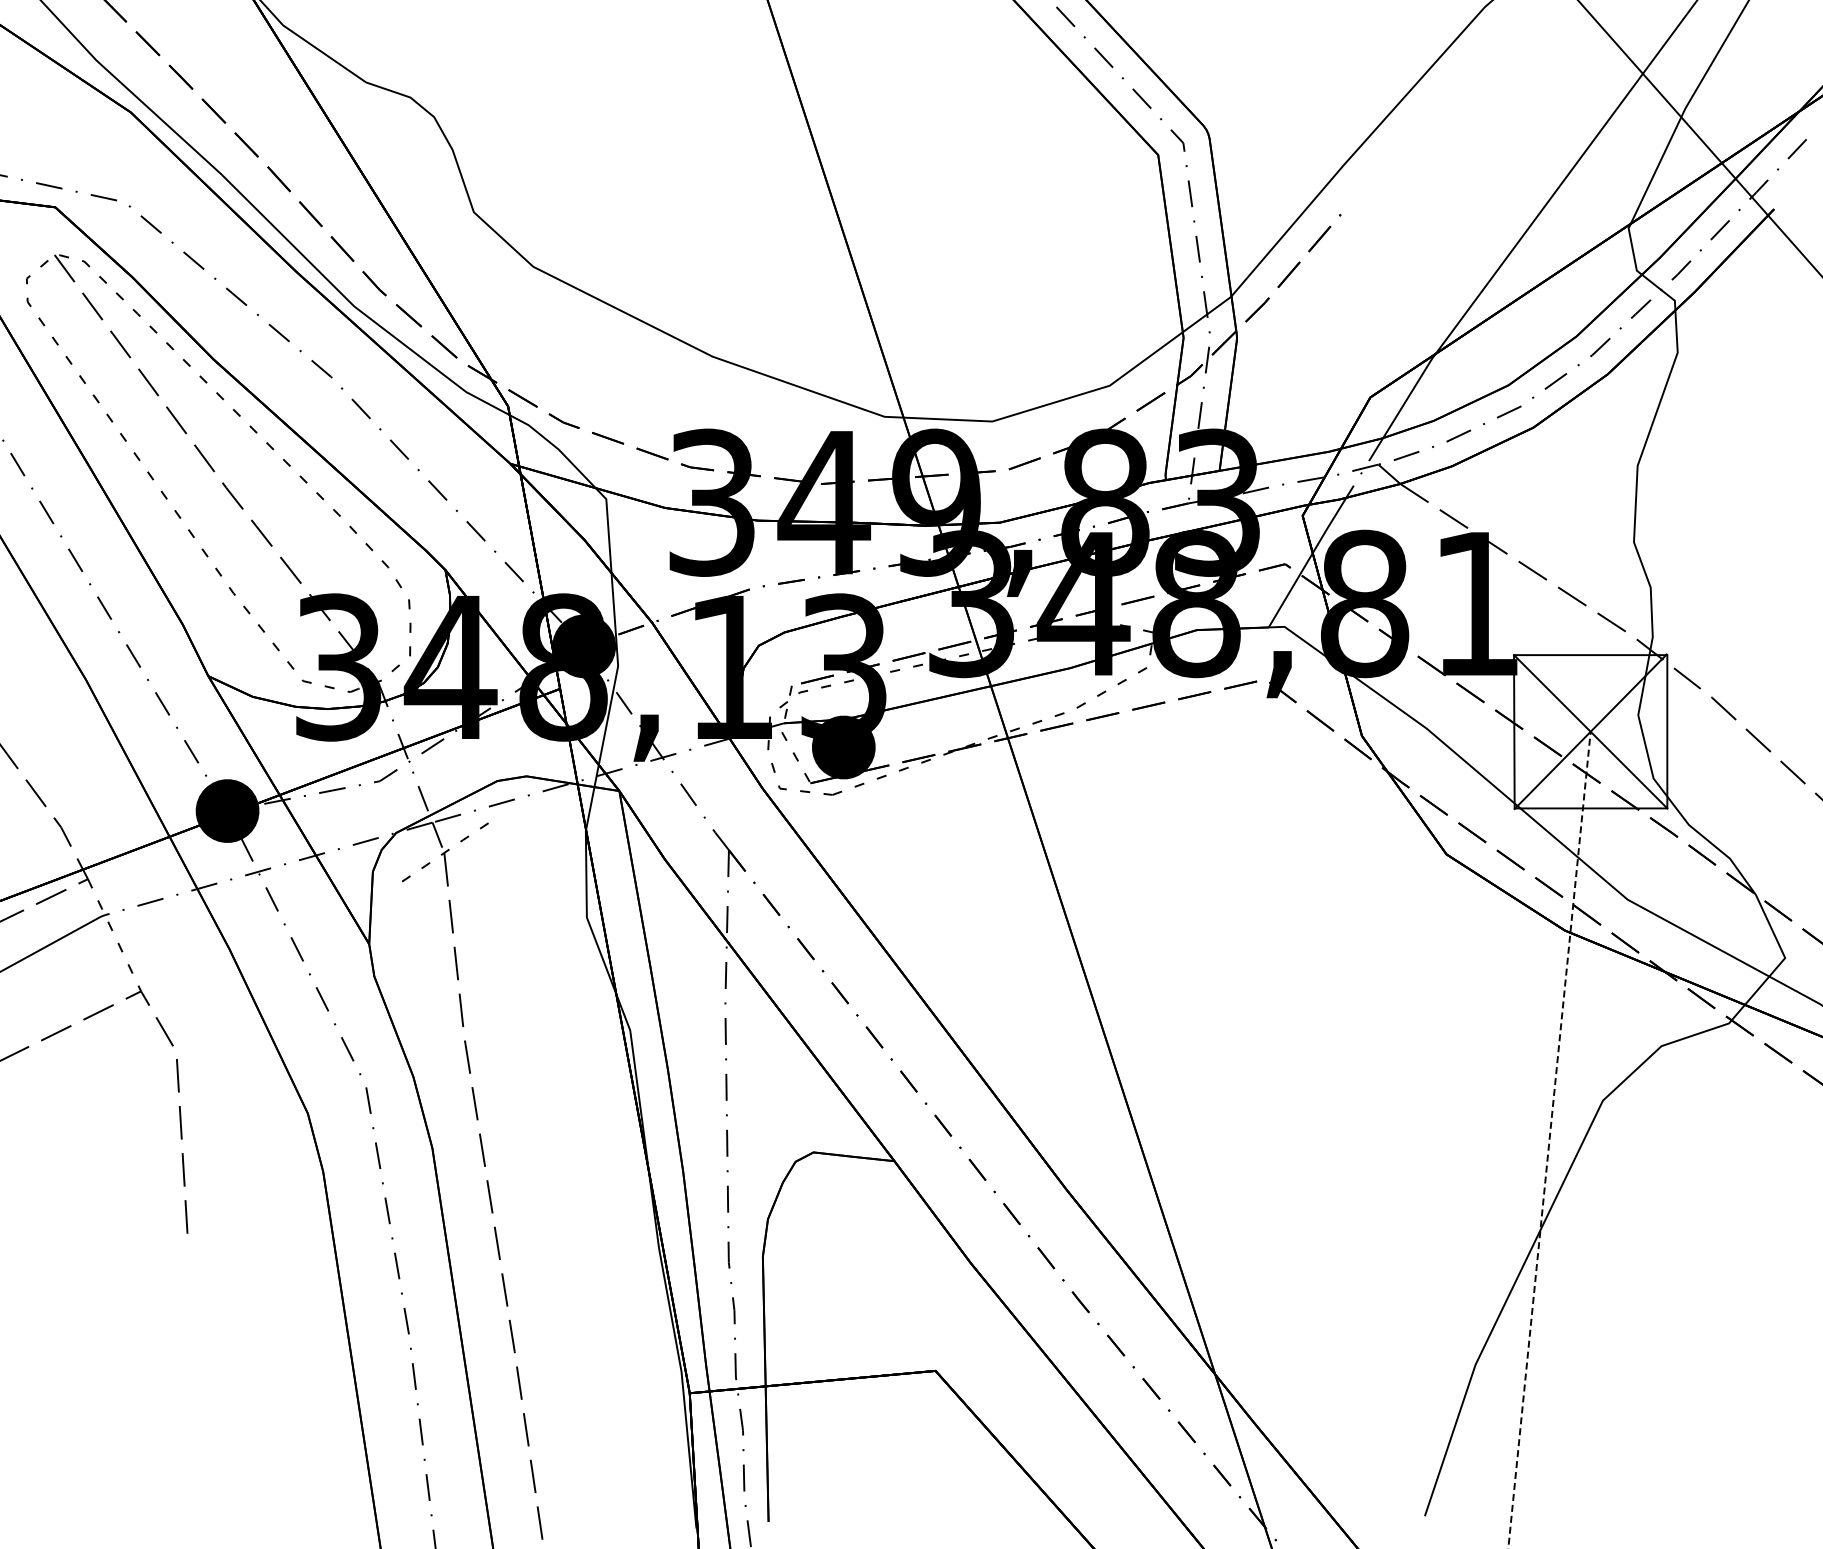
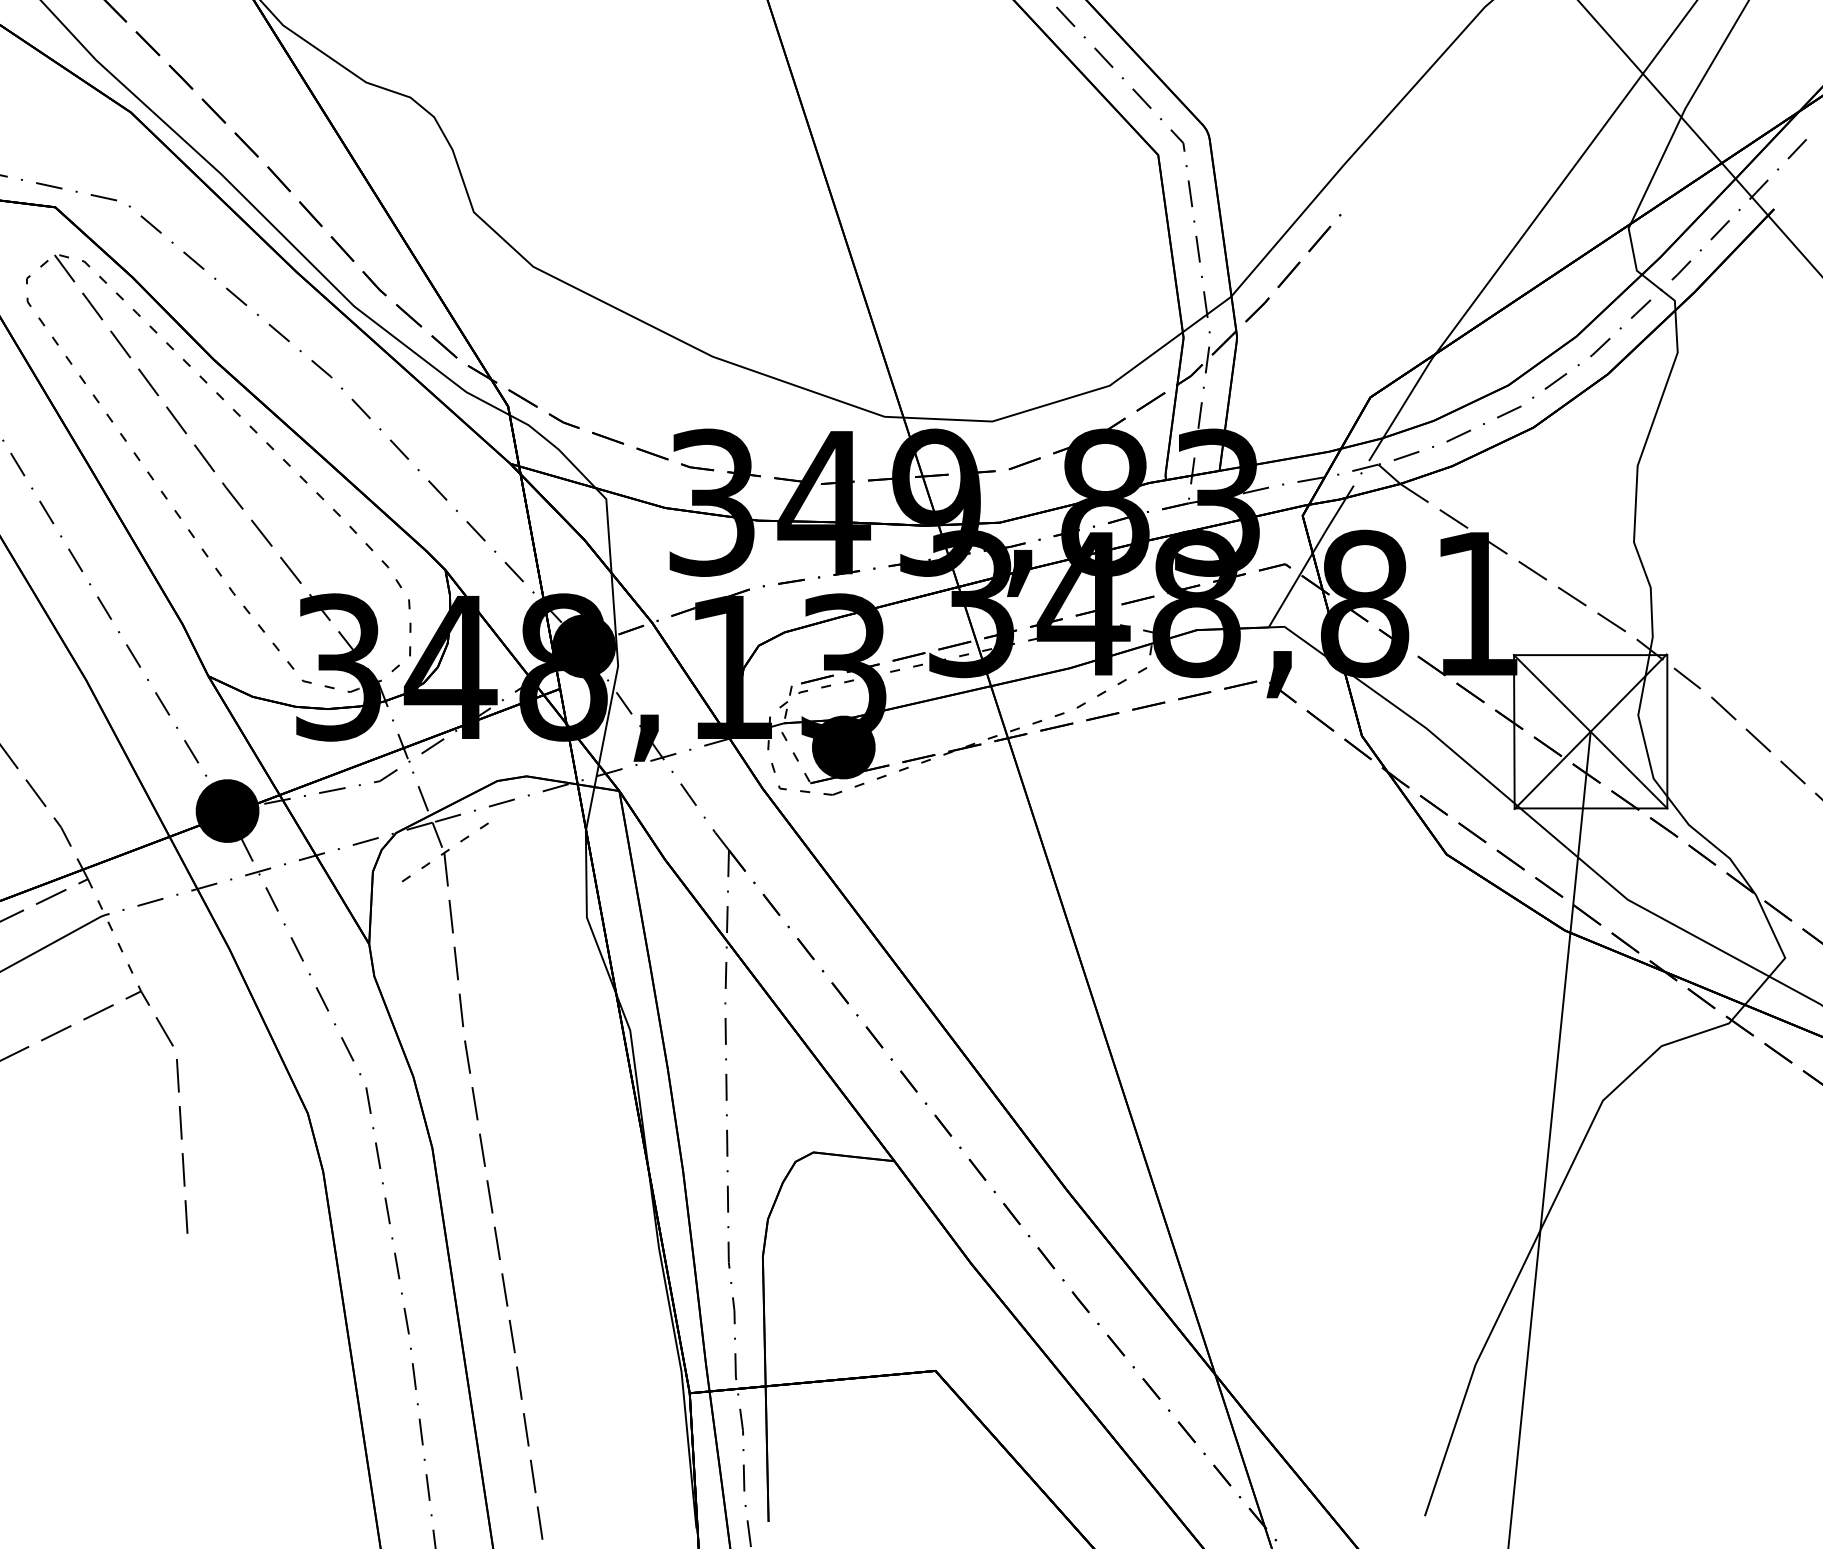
line at (1549, 1139): dashed -> solid
